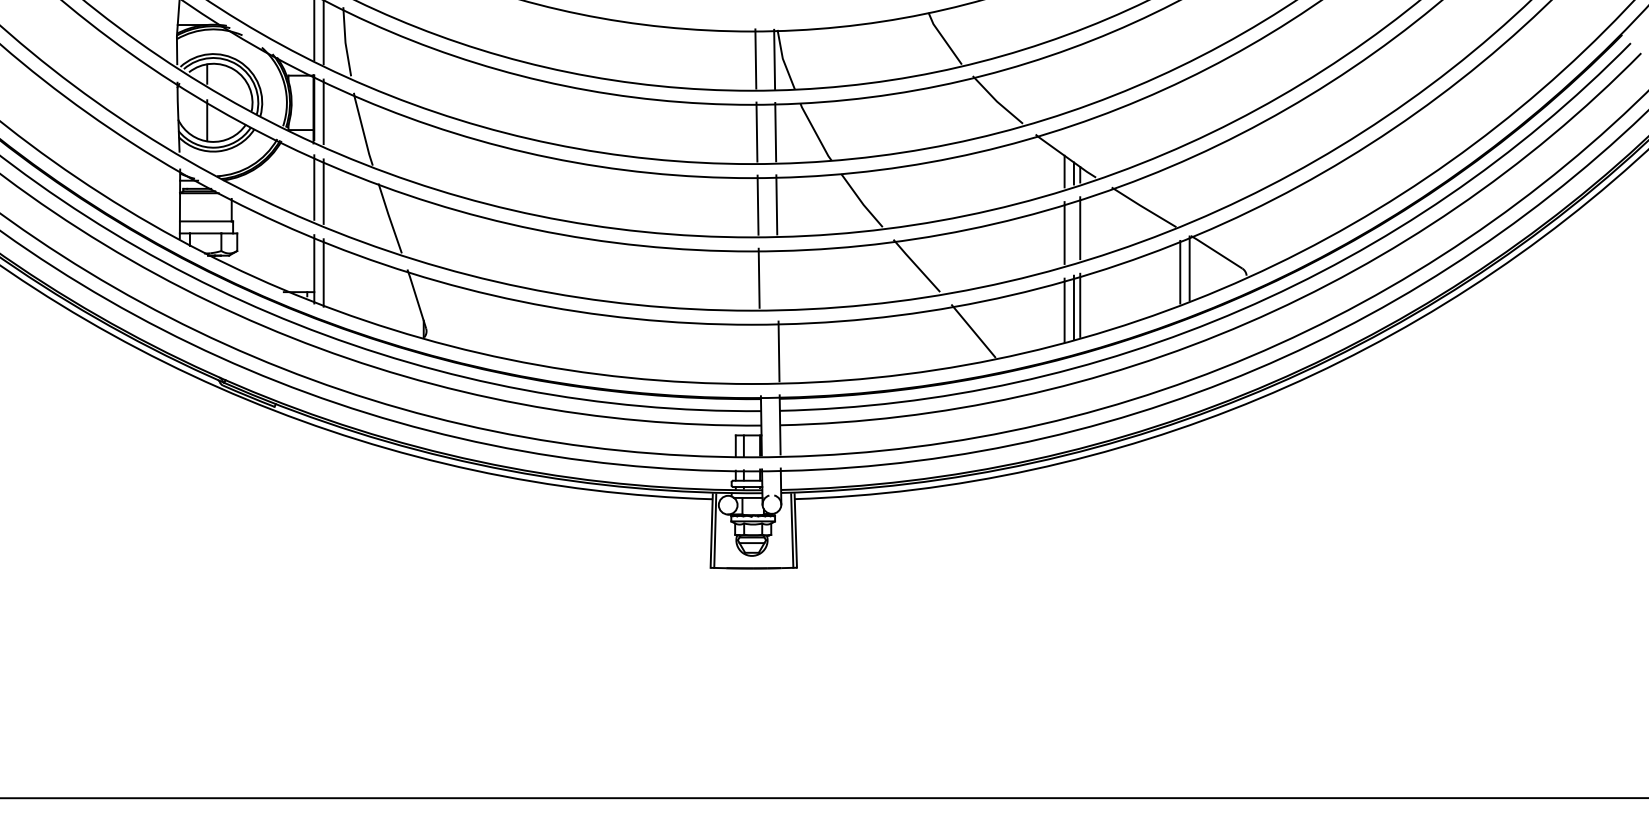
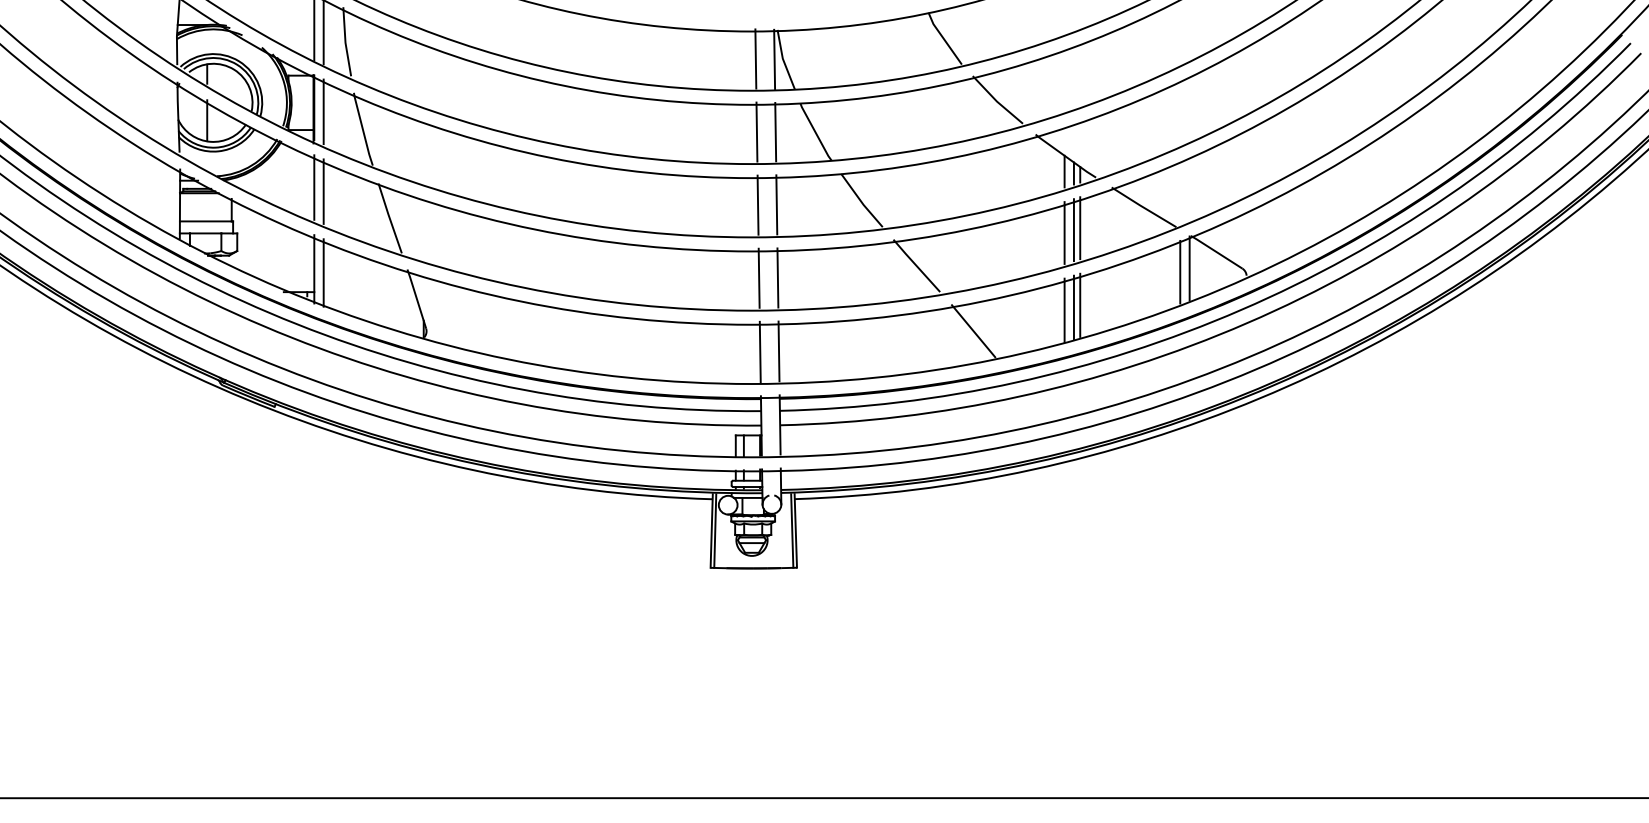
line at (1073, 230): none -> present
line at (777, 277): none -> present
line at (759, 351): none -> present
